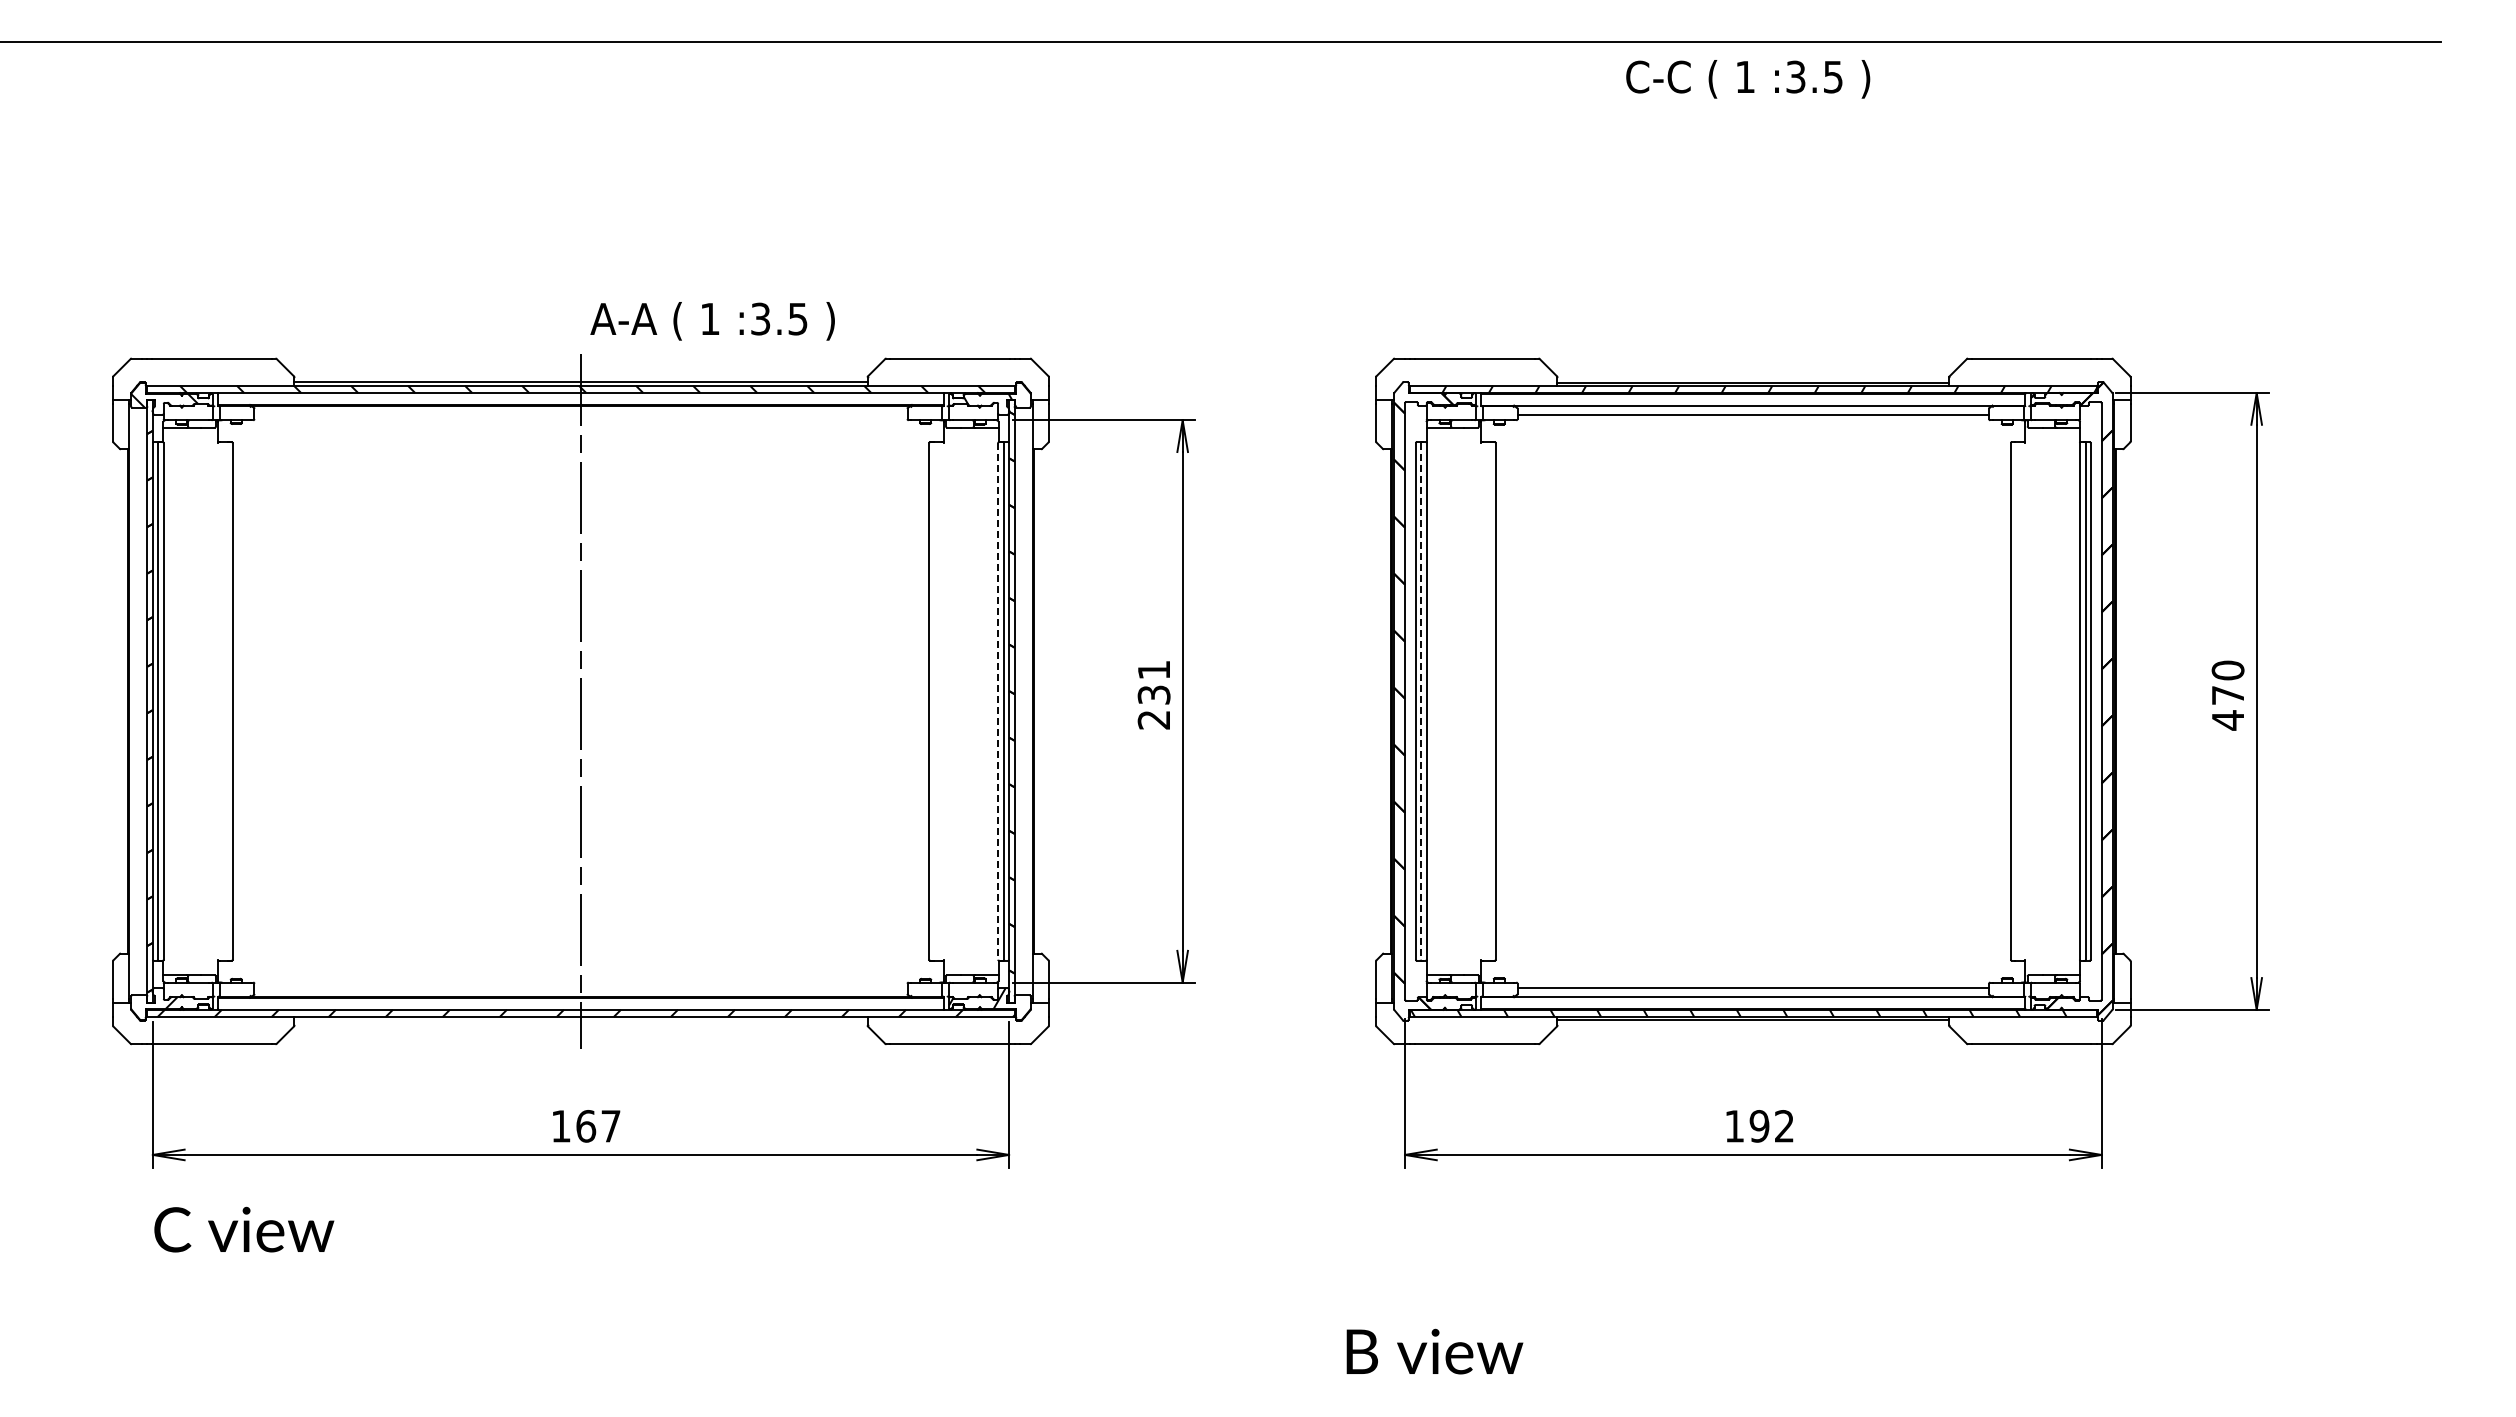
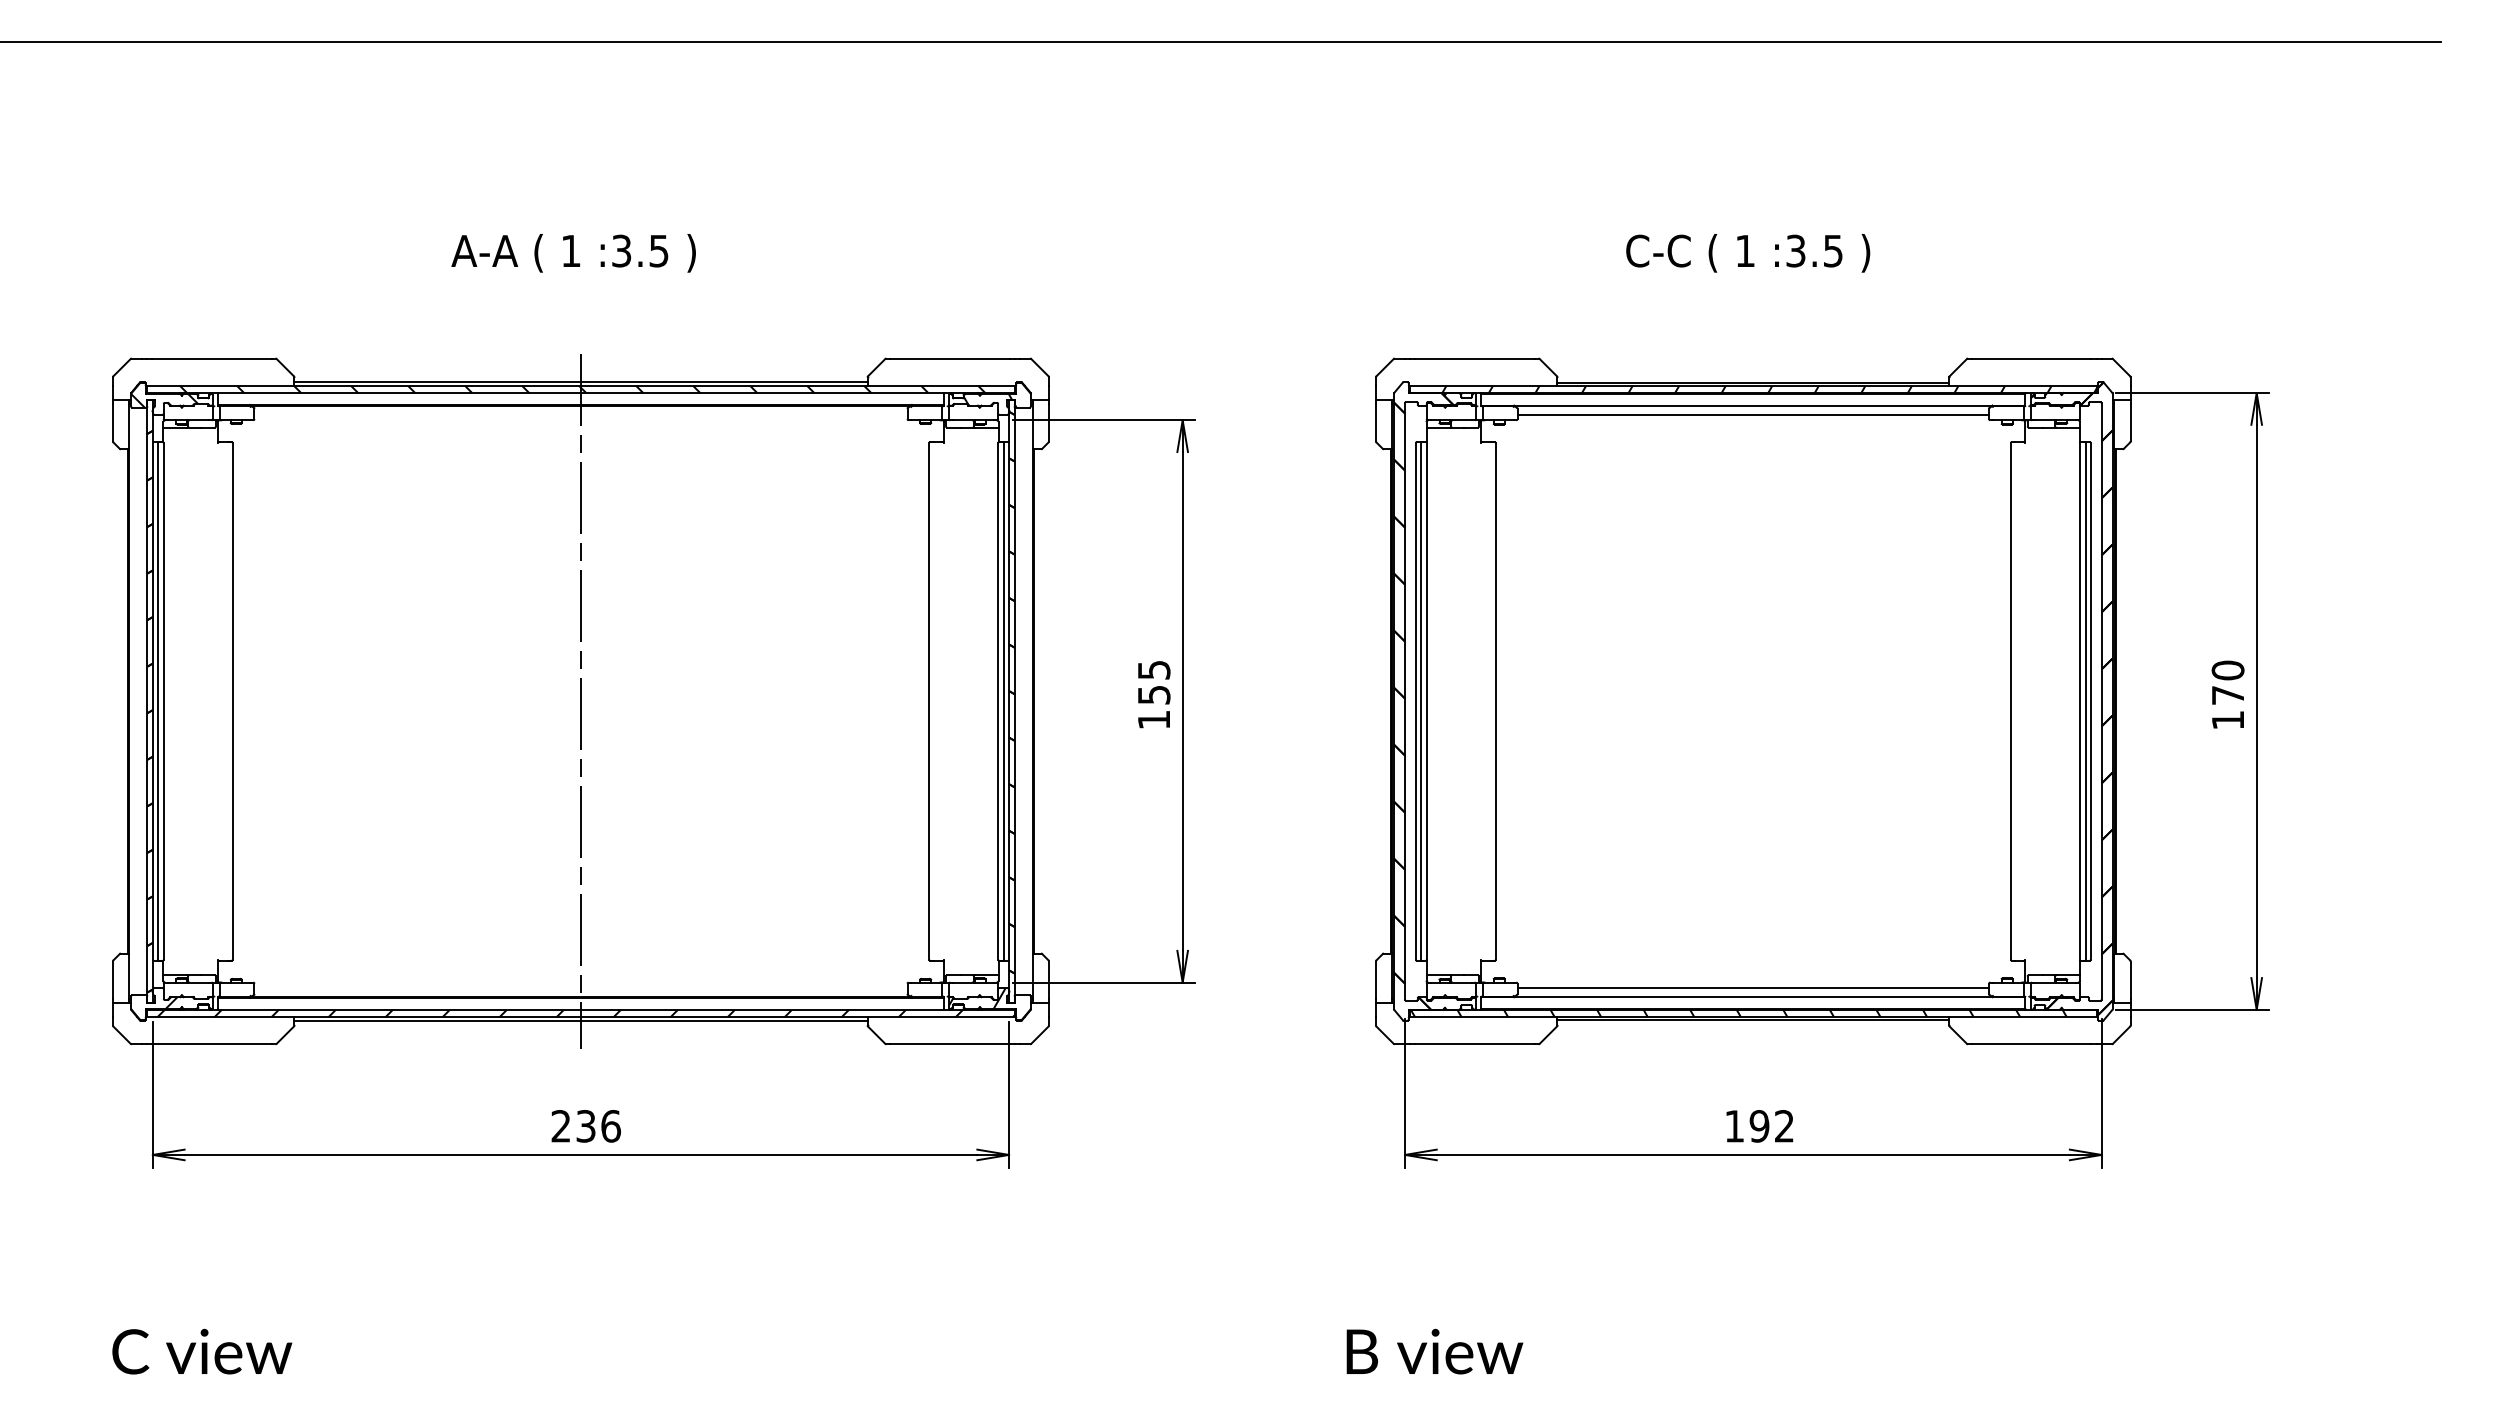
text at (1748, 79) position: (1748, 79) -> (1748, 253)
text at (712, 321) position: (712, 321) -> (573, 253)
text at (1153, 695): 231 -> 155
line at (998, 701): dashed -> solid
line at (1420, 701): dashed -> solid
text at (2227, 720): 470 -> 170
line at (580, 1020): none -> present
text at (585, 1126): 167 -> 236
text at (244, 1229) position: (244, 1229) -> (202, 1351)
